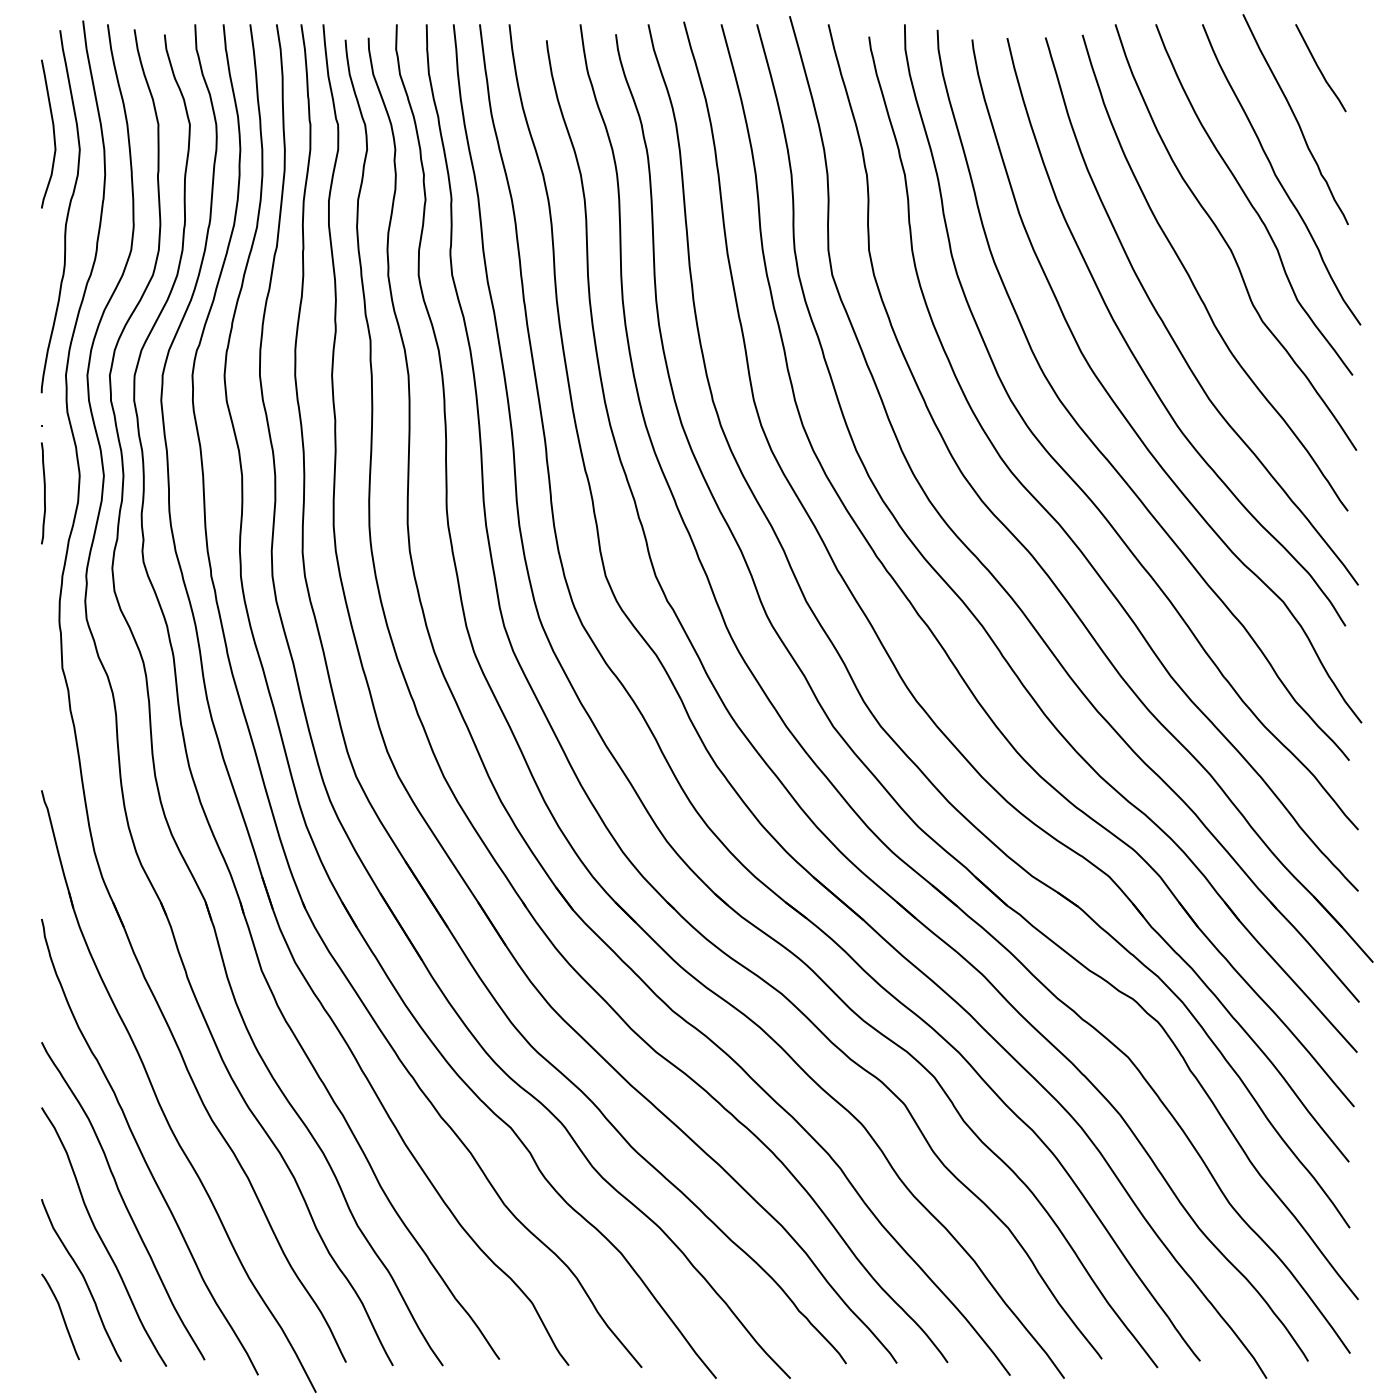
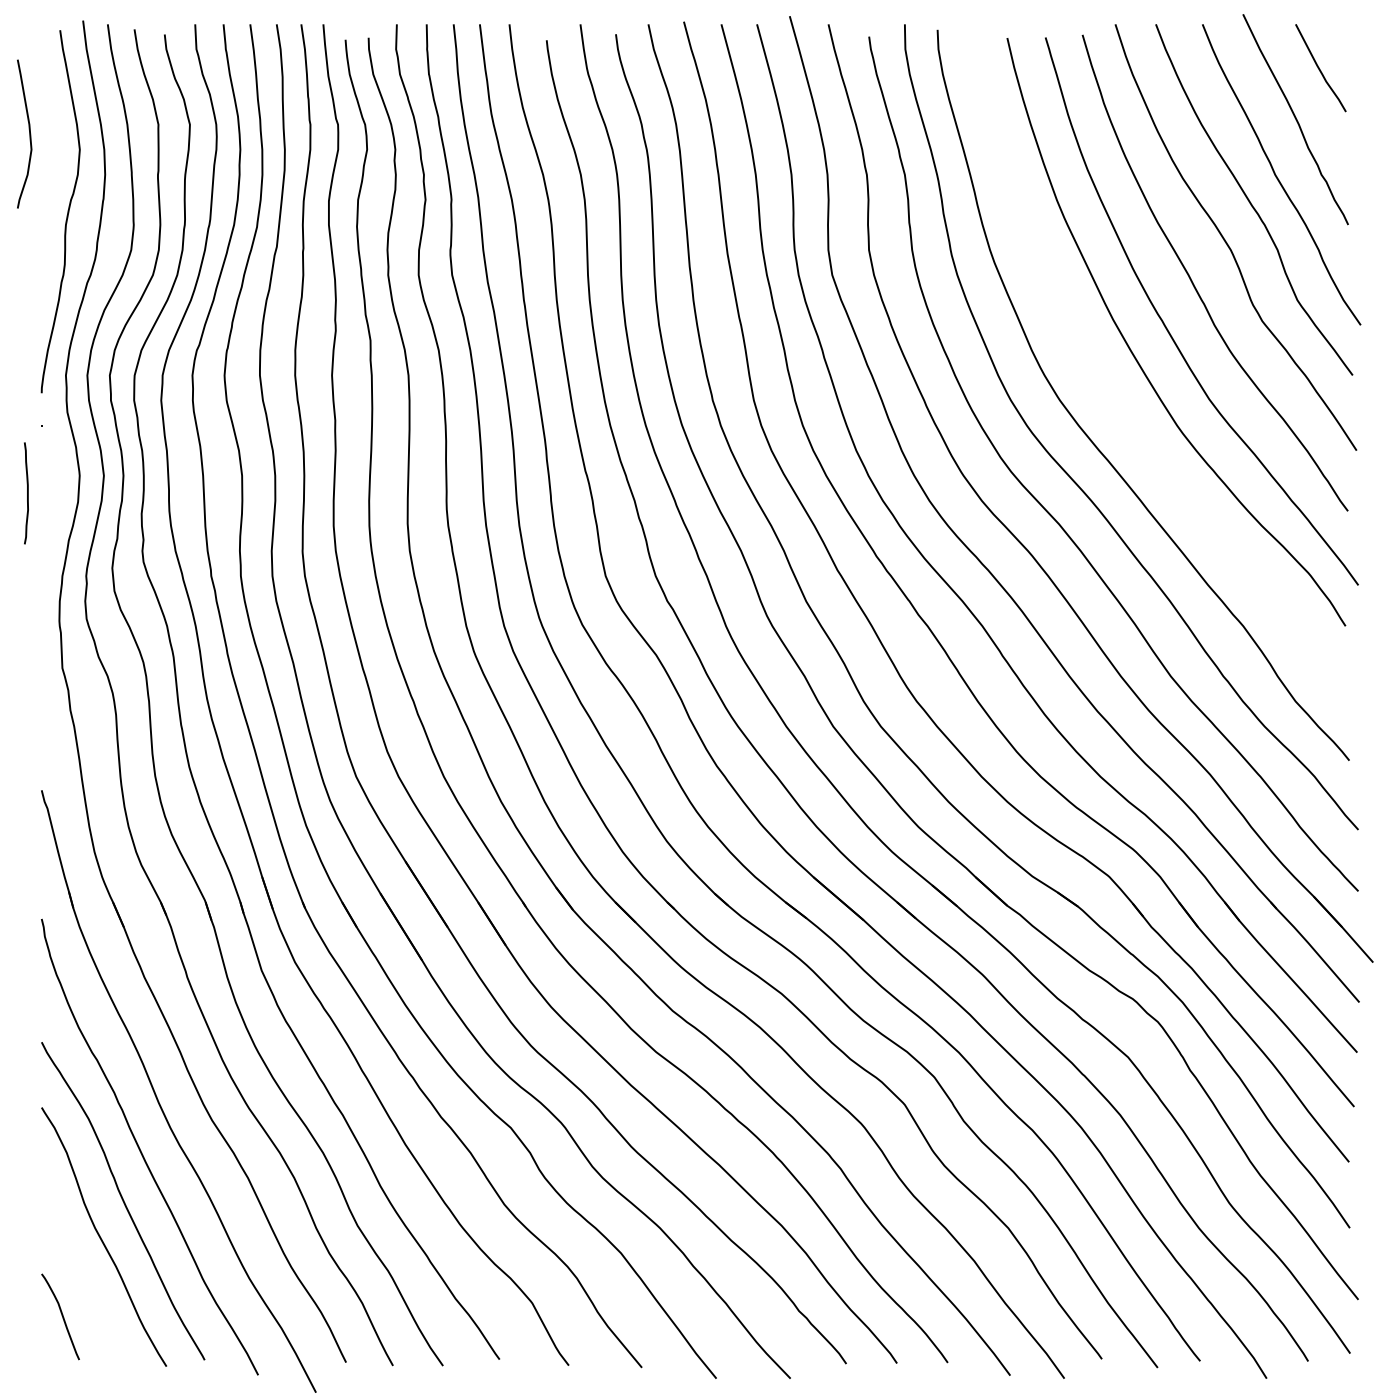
curve at (53, 133) position: (53, 133) -> (29, 133)
curve at (1123, 413): present -> none
curve at (44, 493) position: (44, 493) -> (27, 493)
curve at (83, 1279): present -> none
